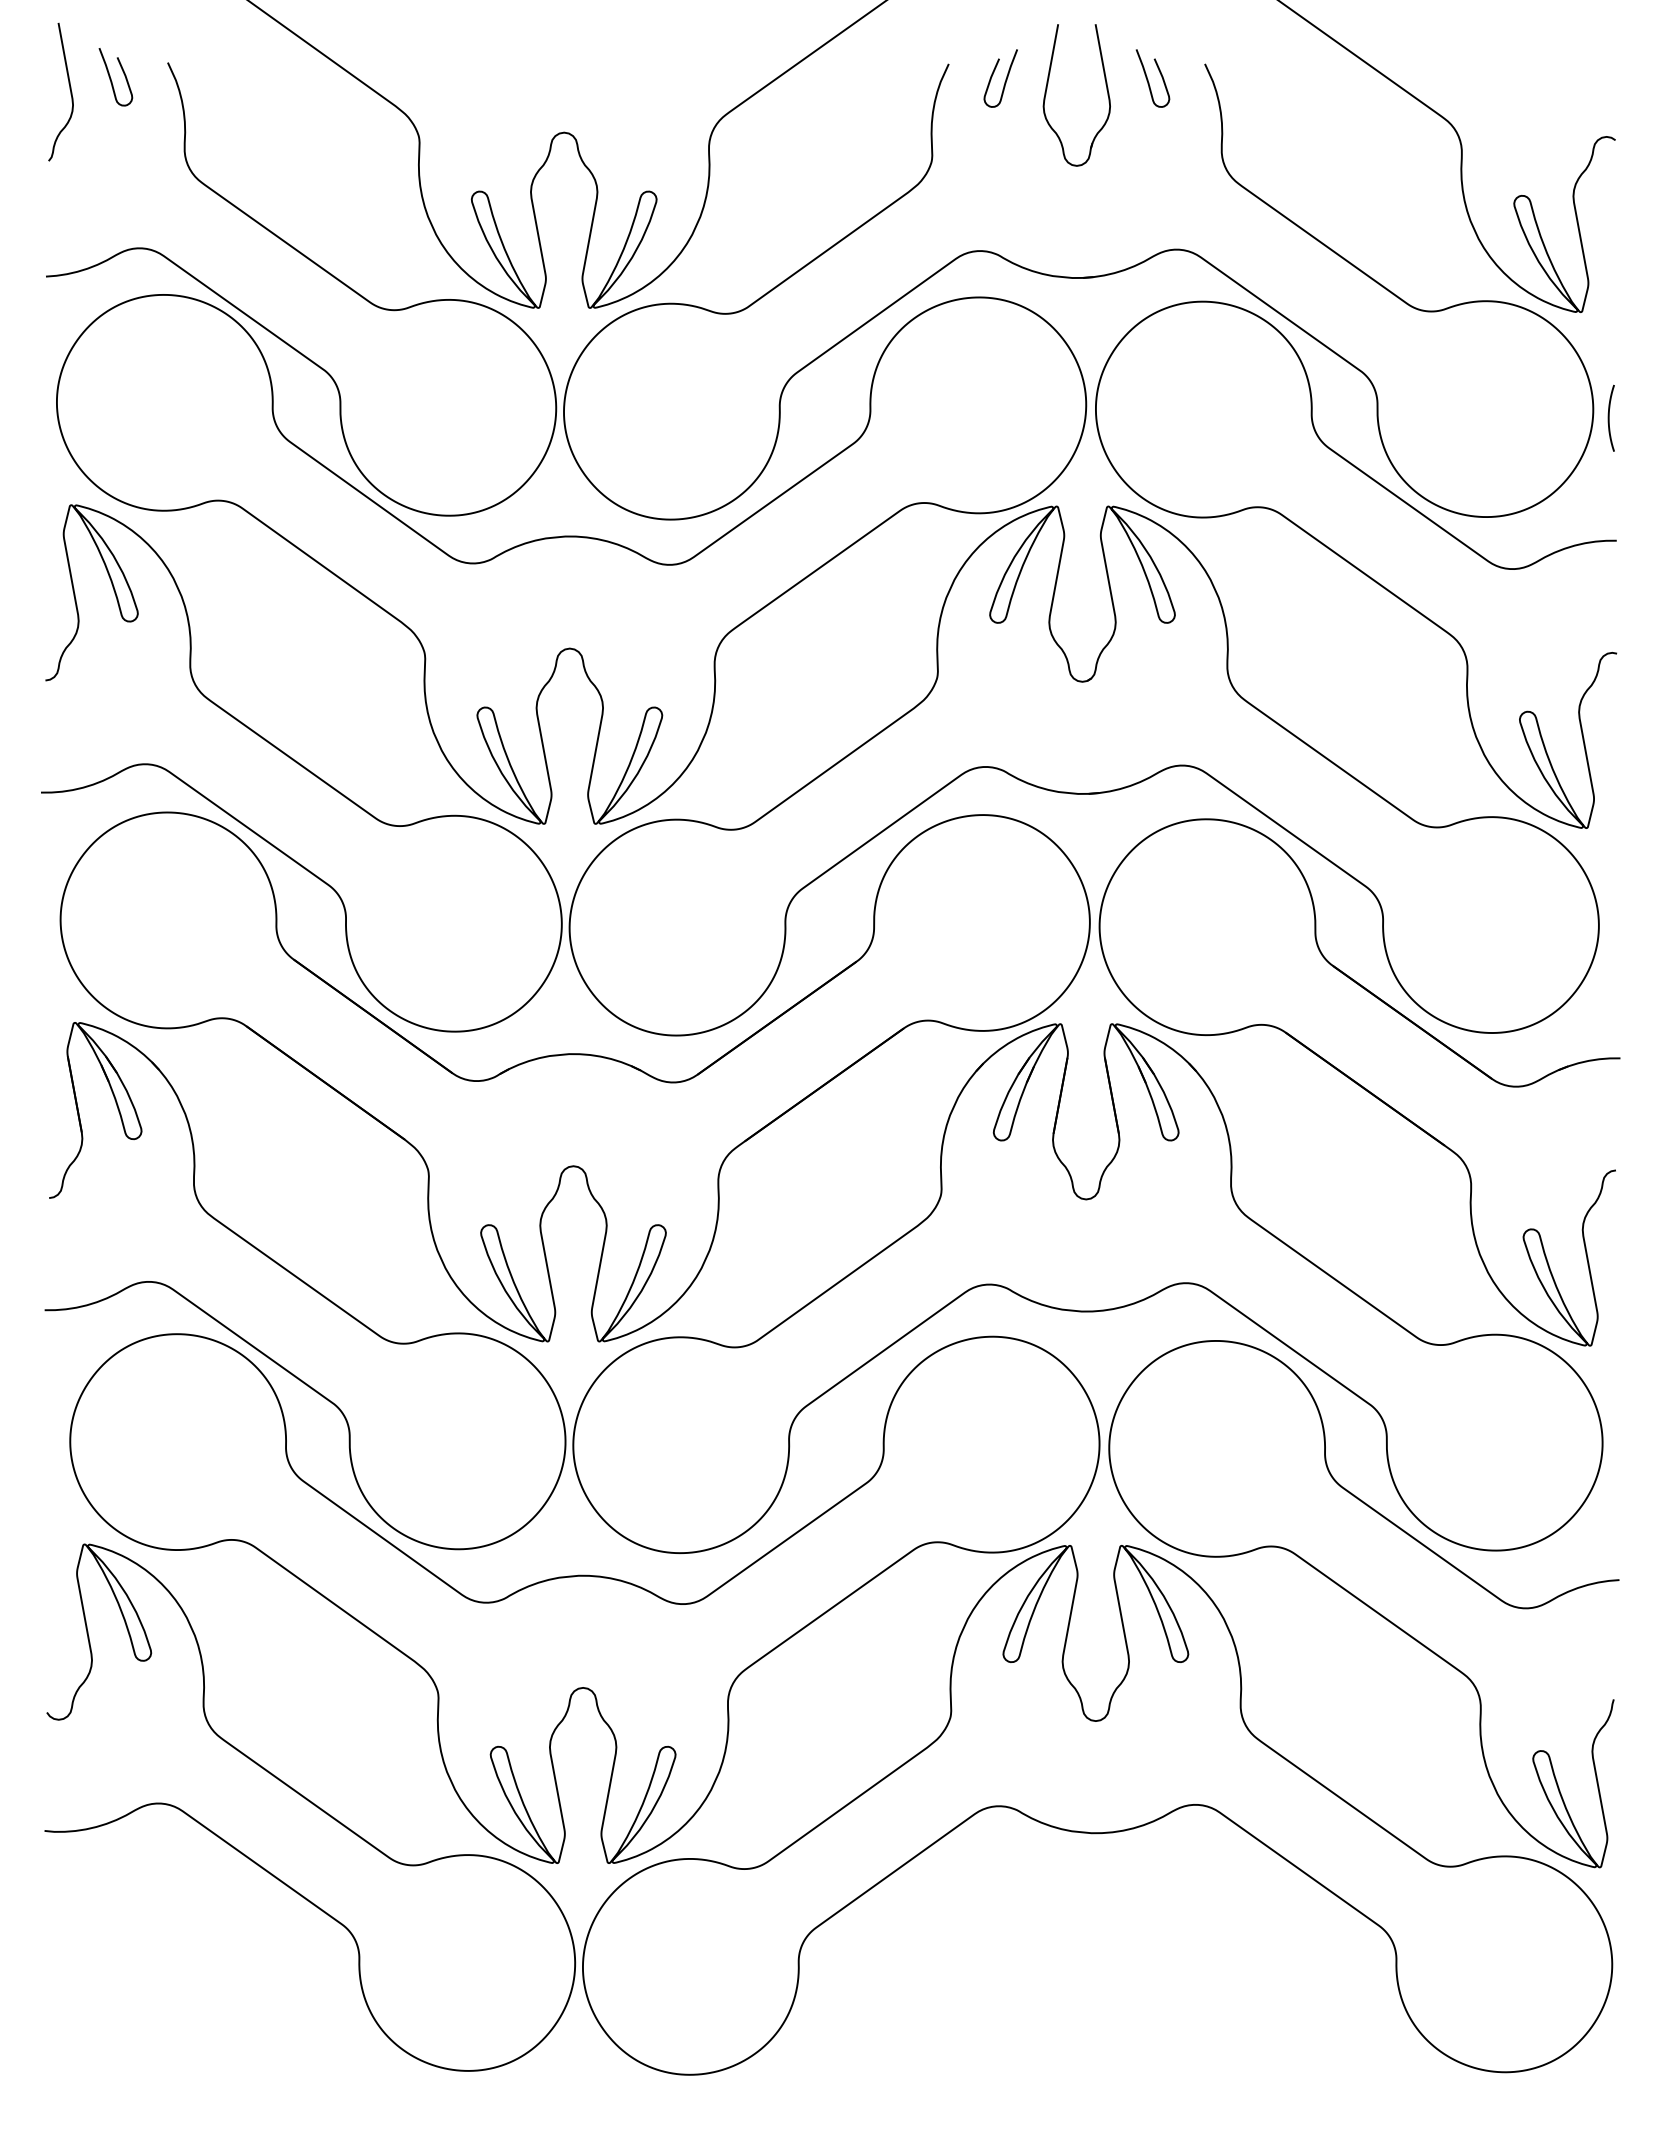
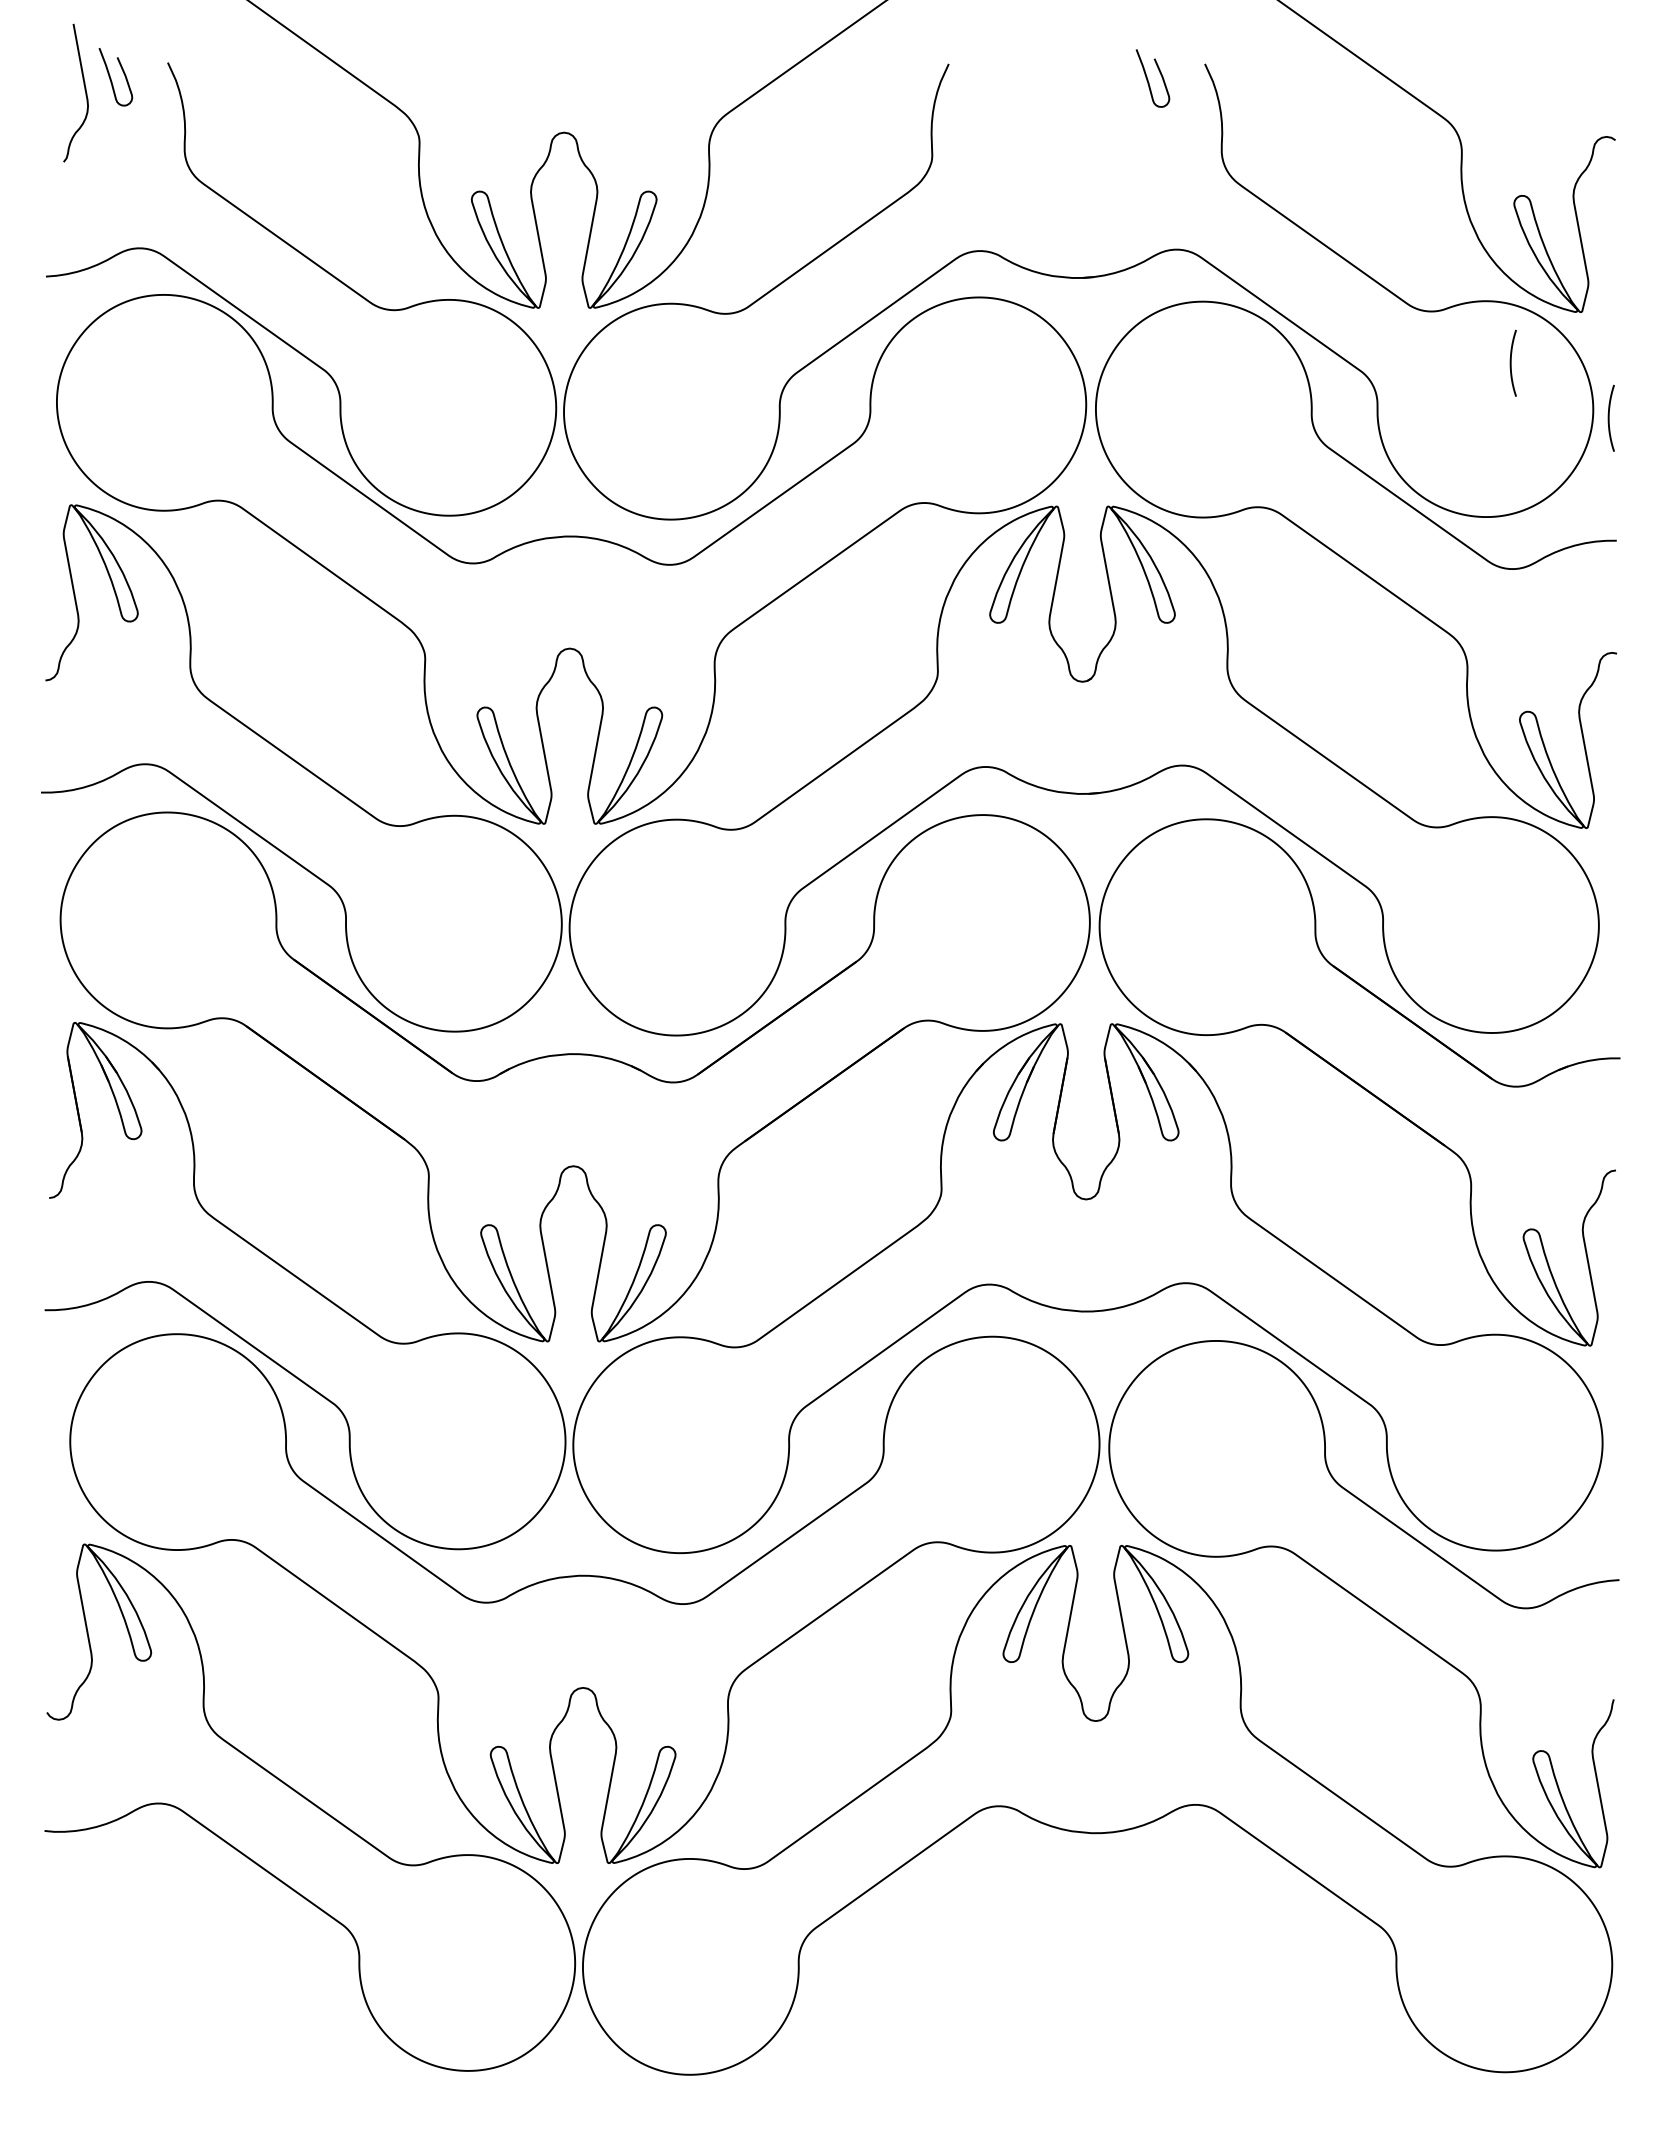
curve at (1005, 79): present -> none
curve at (69, 89) position: (69, 89) -> (84, 90)
part at (1047, 89): present -> none
curve at (1511, 362): none -> present
